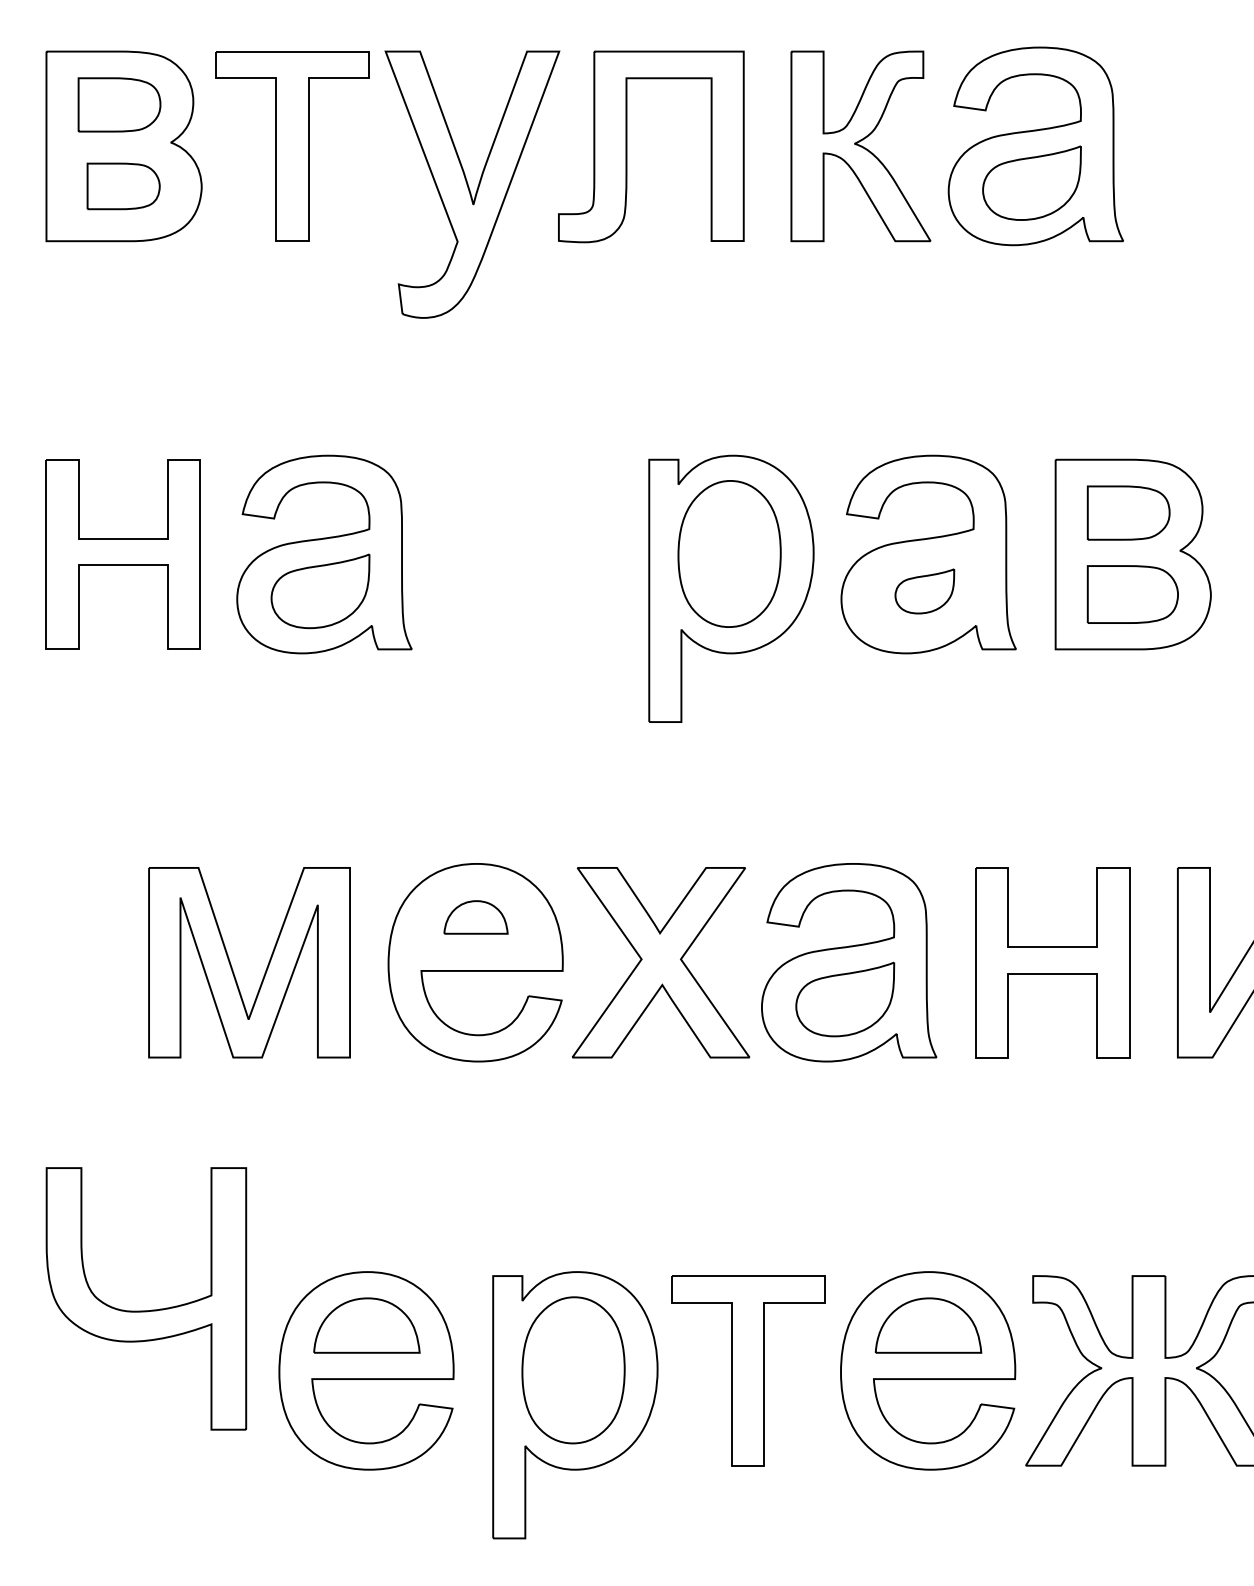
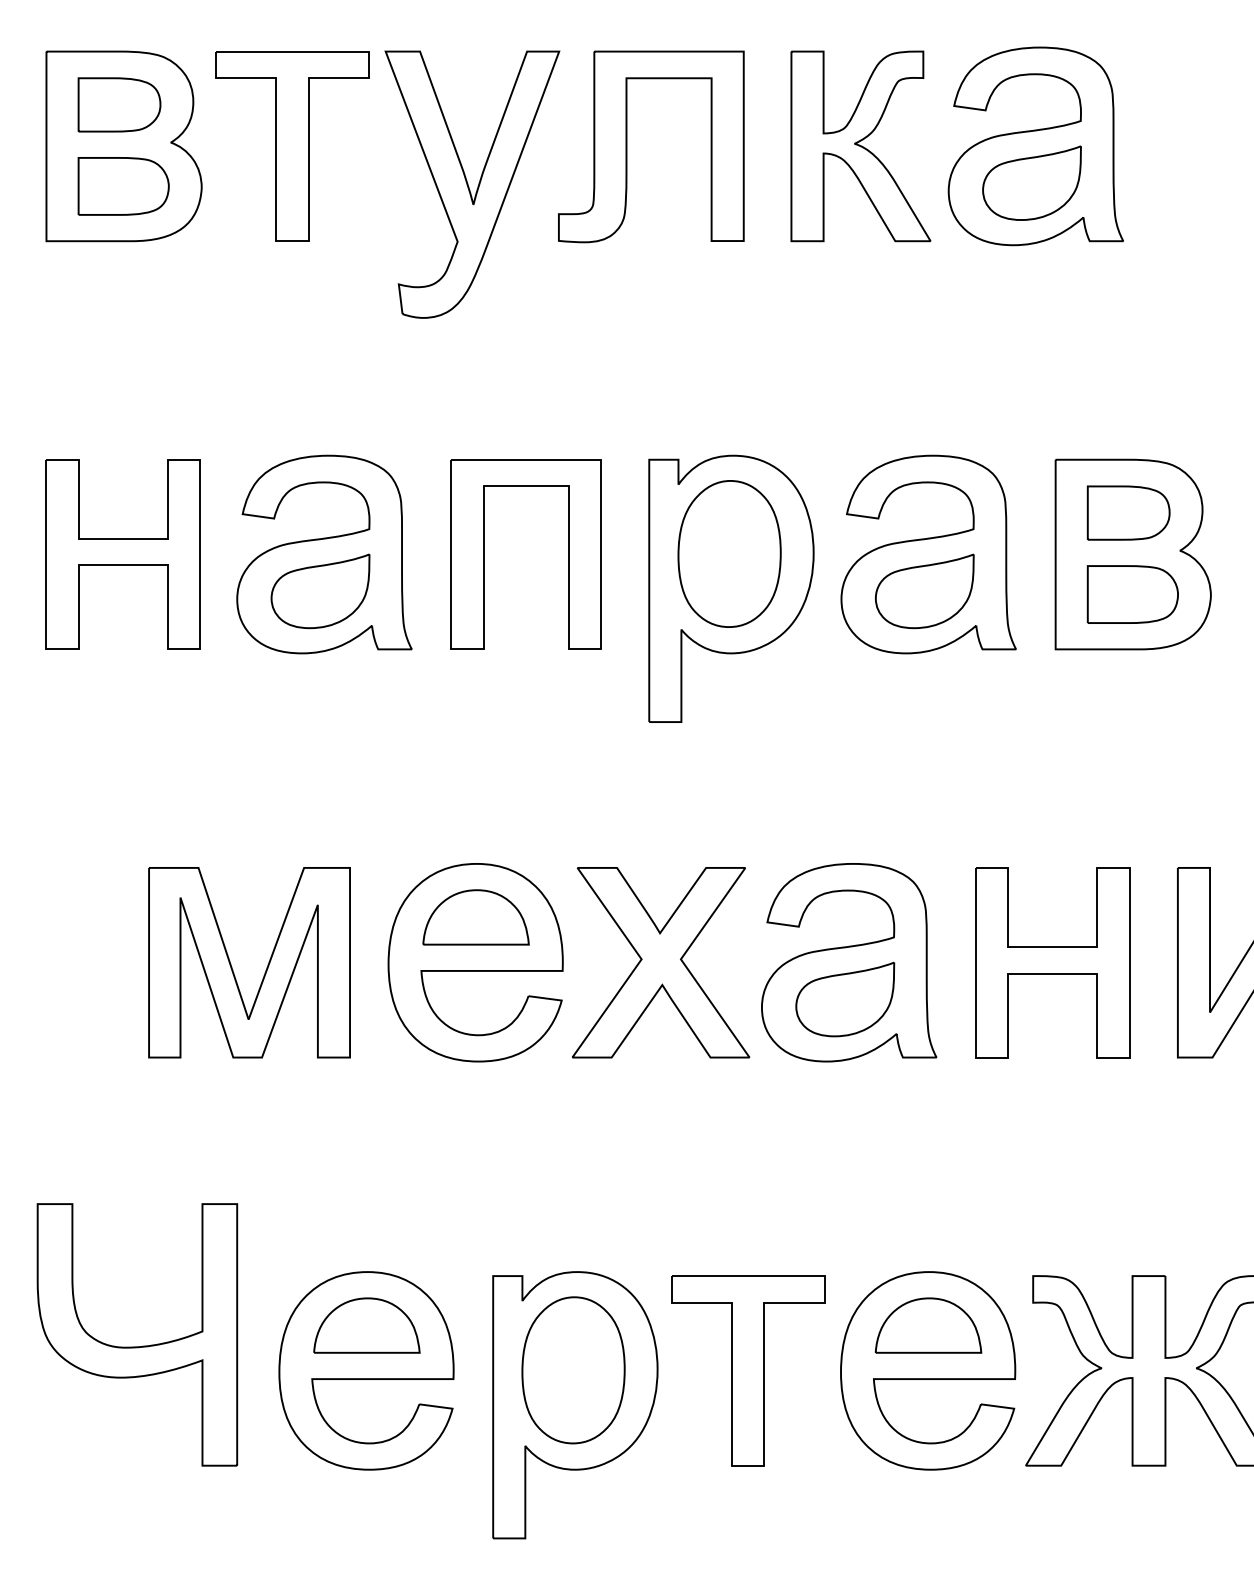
part at (123, 186) size: 75x49 px -> 93x59 px
part at (484, 554): none -> present
part at (924, 591) size: 62x47 px -> 100x77 px
part at (475, 917) size: 66x35 px -> 108x57 px
part at (146, 1310) position: (146, 1310) -> (137, 1346)
